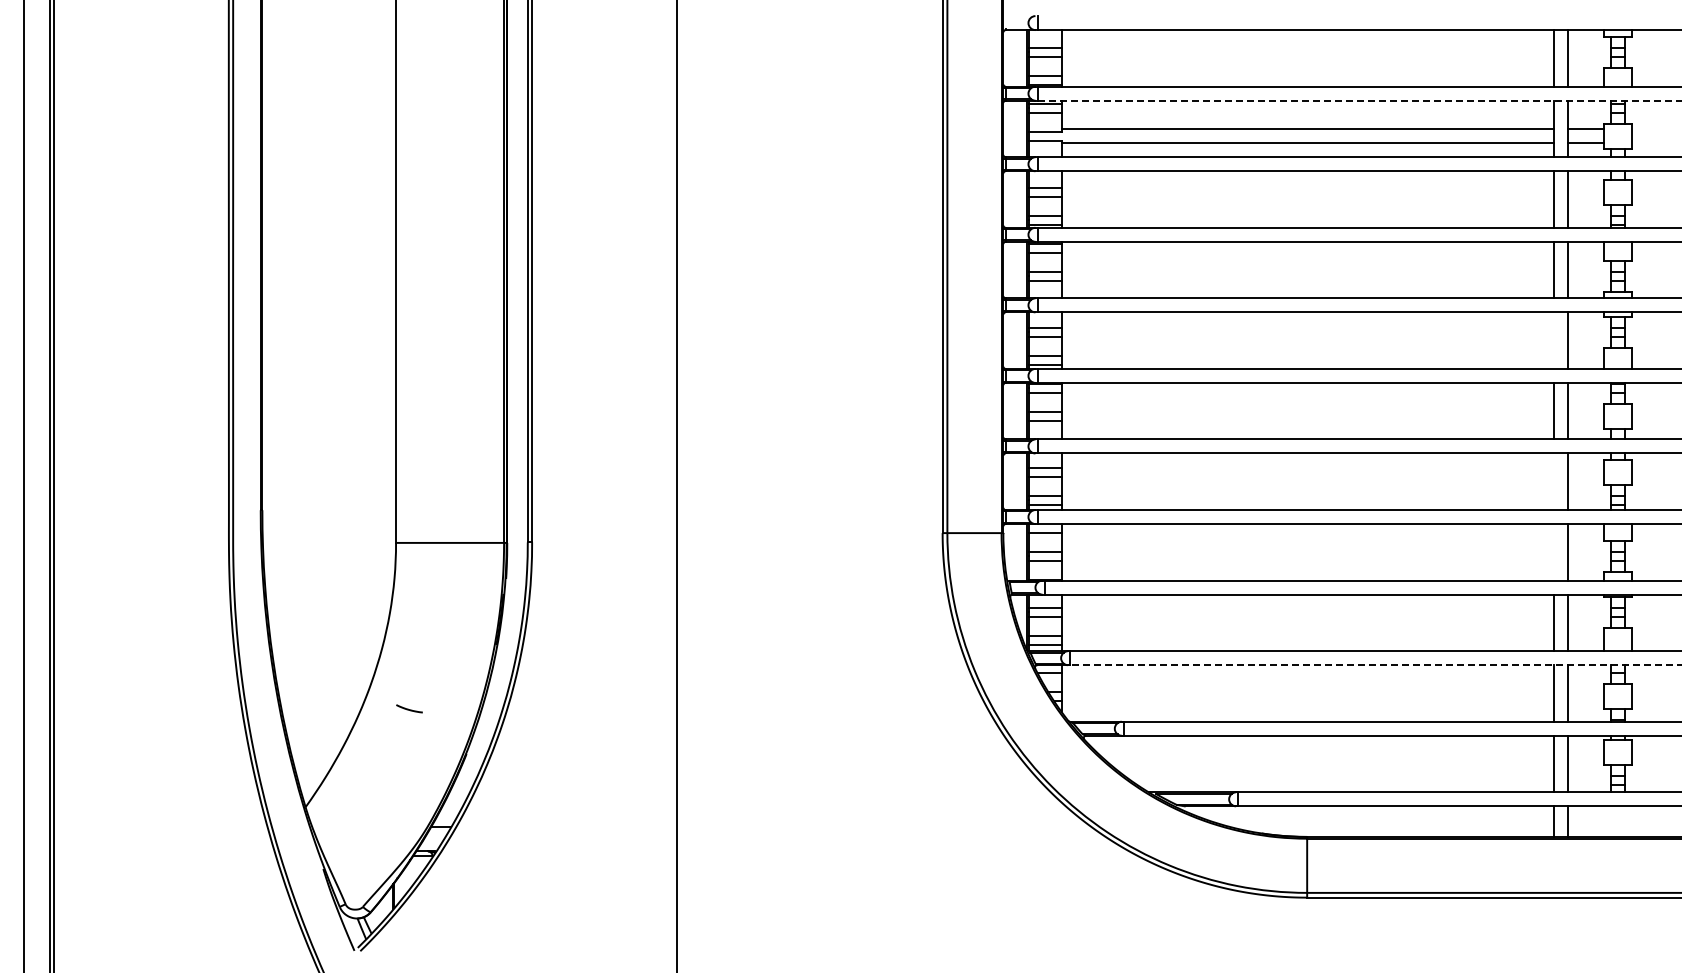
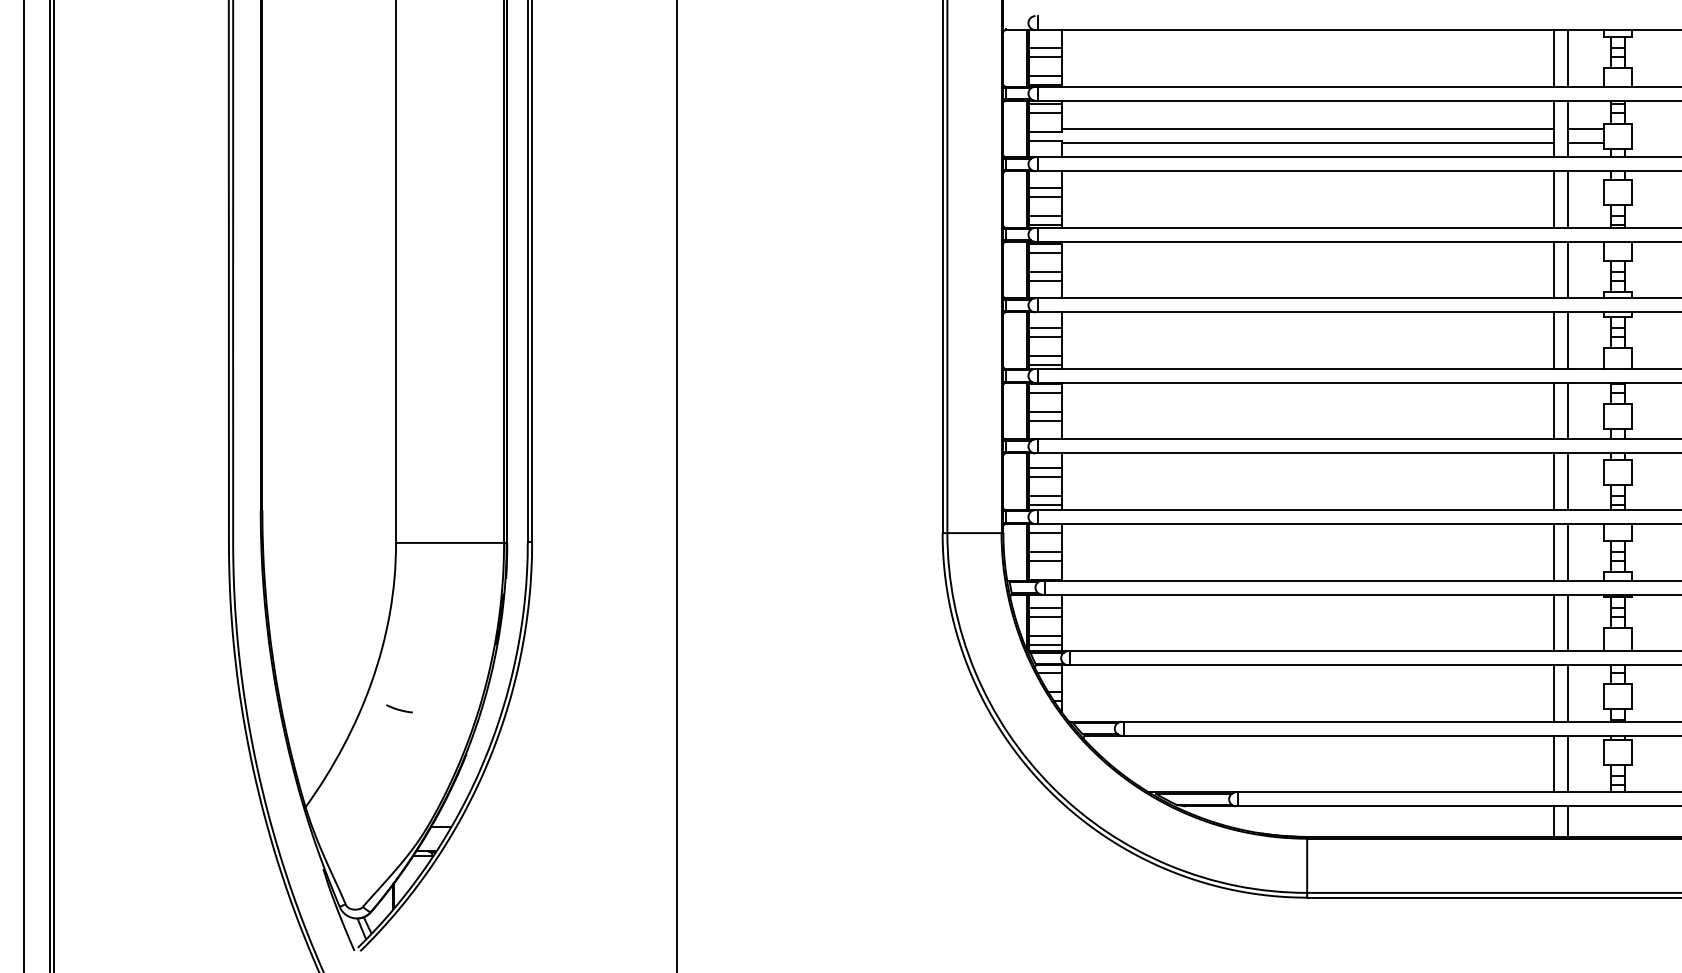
line at (1359, 100): dashed -> solid
line at (1553, 340): none -> present
line at (1553, 481): none -> present
line at (1553, 552): none -> present
line at (1375, 665): dashed -> solid
line at (408, 708) position: (408, 708) -> (398, 708)
